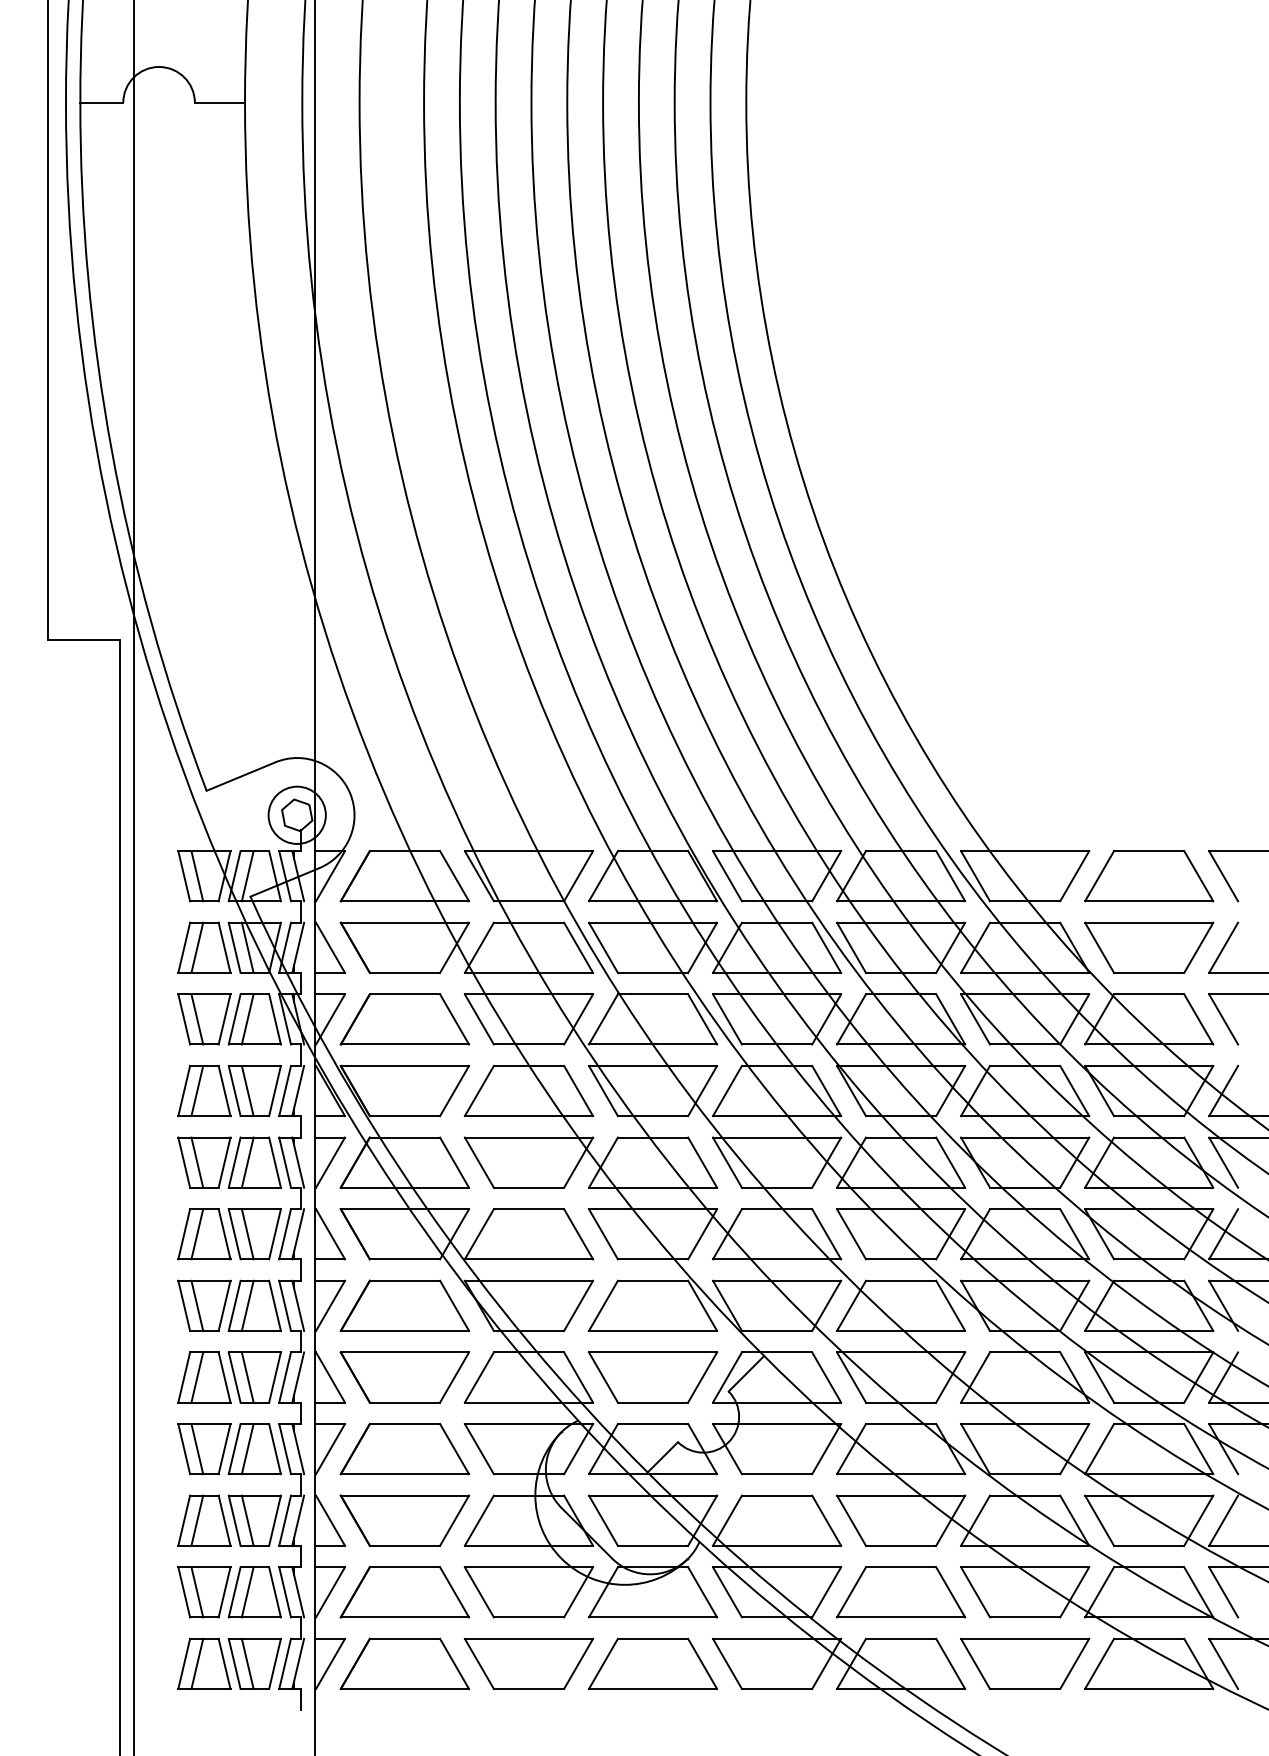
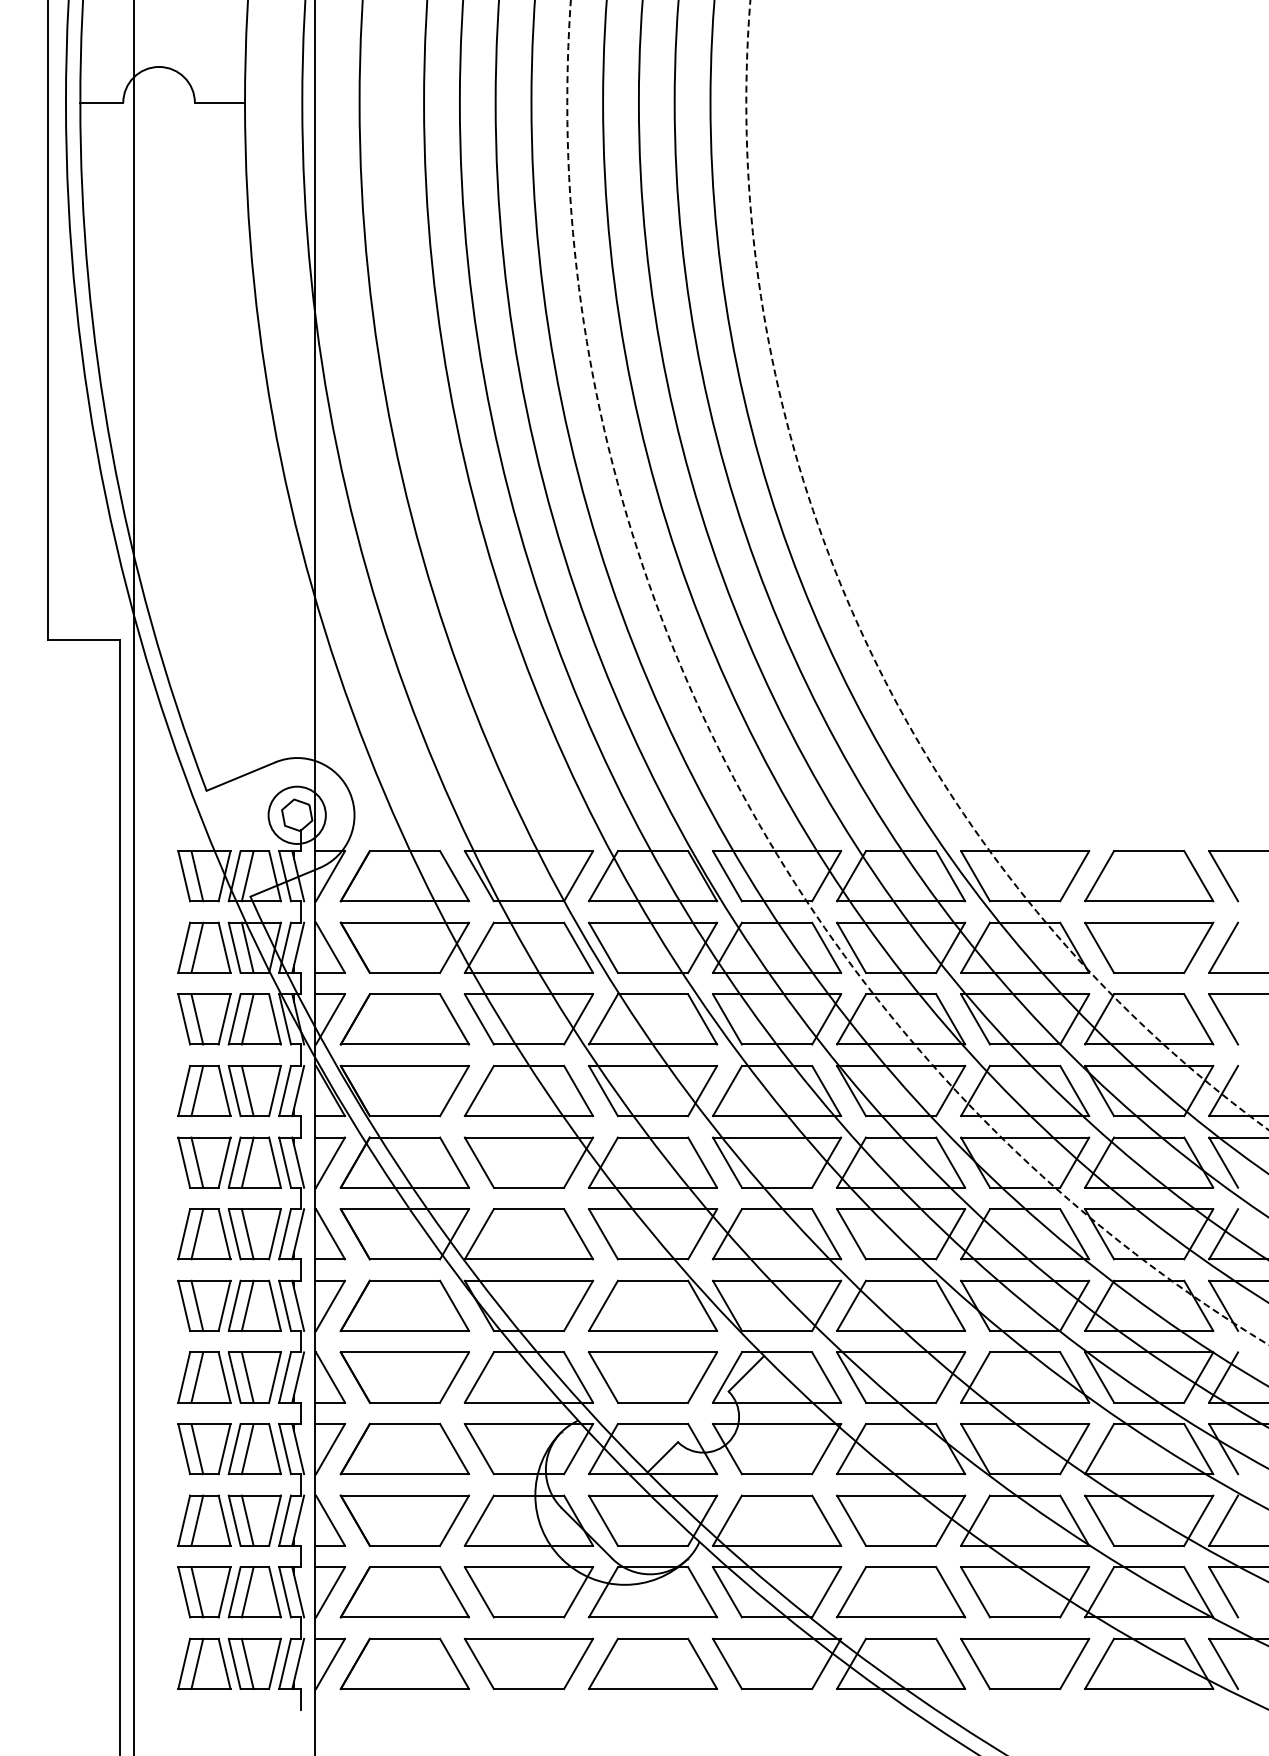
circle at (1007, 565): solid -> dashed
circle at (917, 672): solid -> dashed
